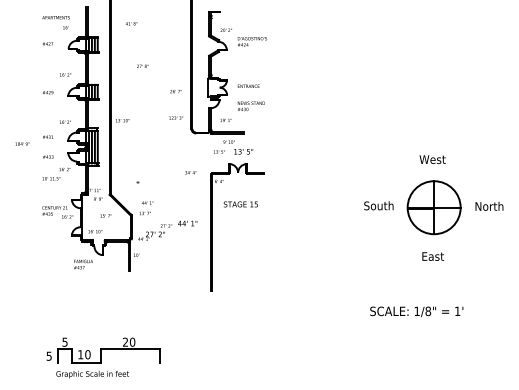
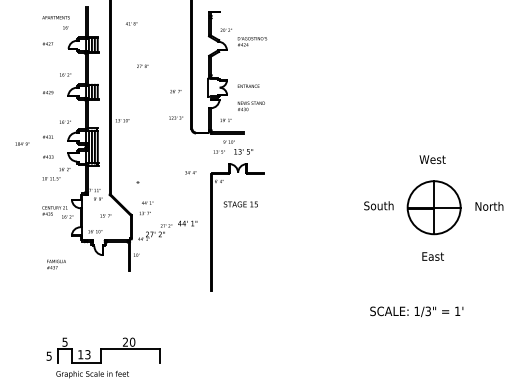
text at (83, 264) position: (83, 264) -> (56, 264)
text at (428, 311): 1/8" -> 1/3"
text at (87, 354): 10 -> 13
